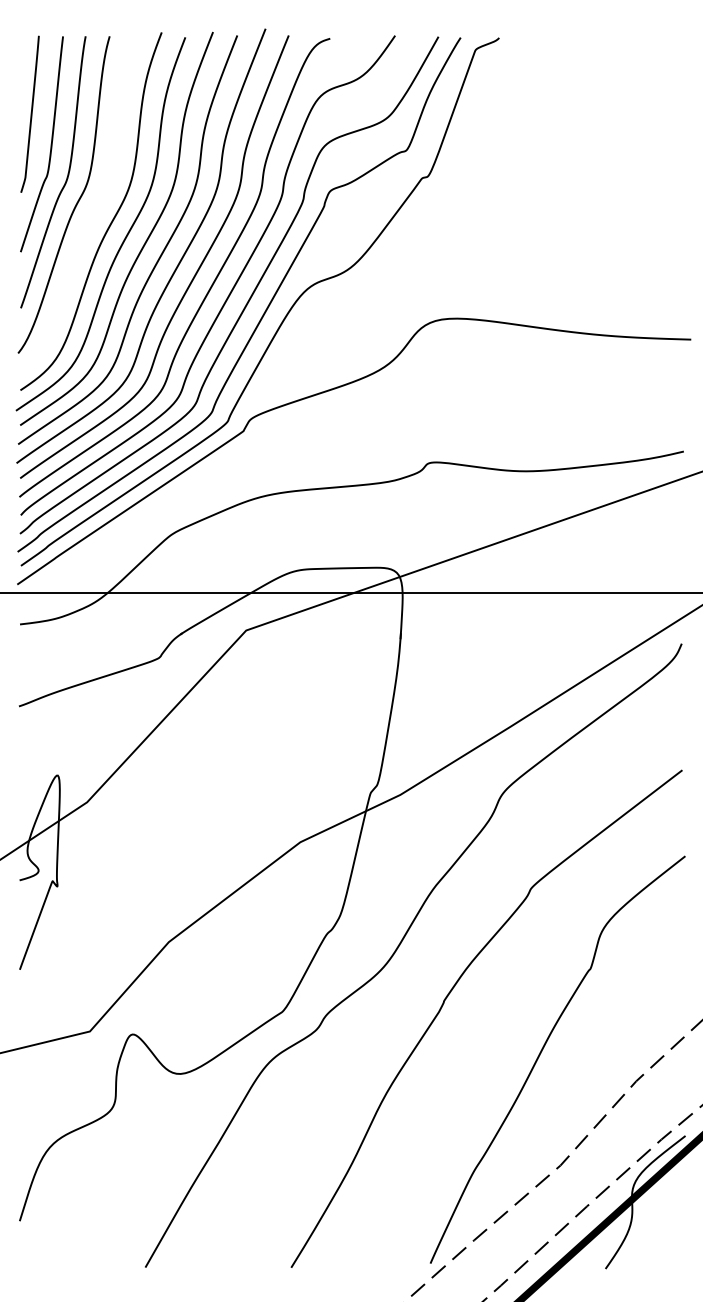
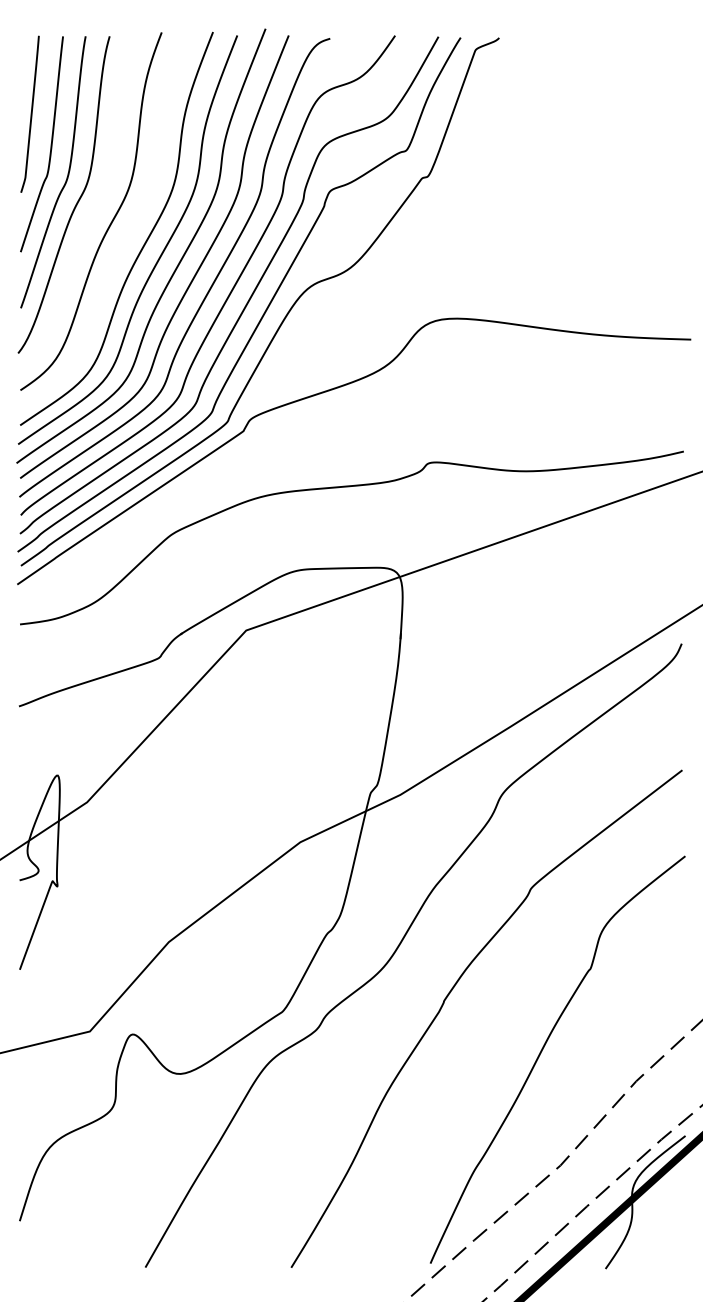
curve at (123, 239): present -> none
line at (350, 592): present -> none
